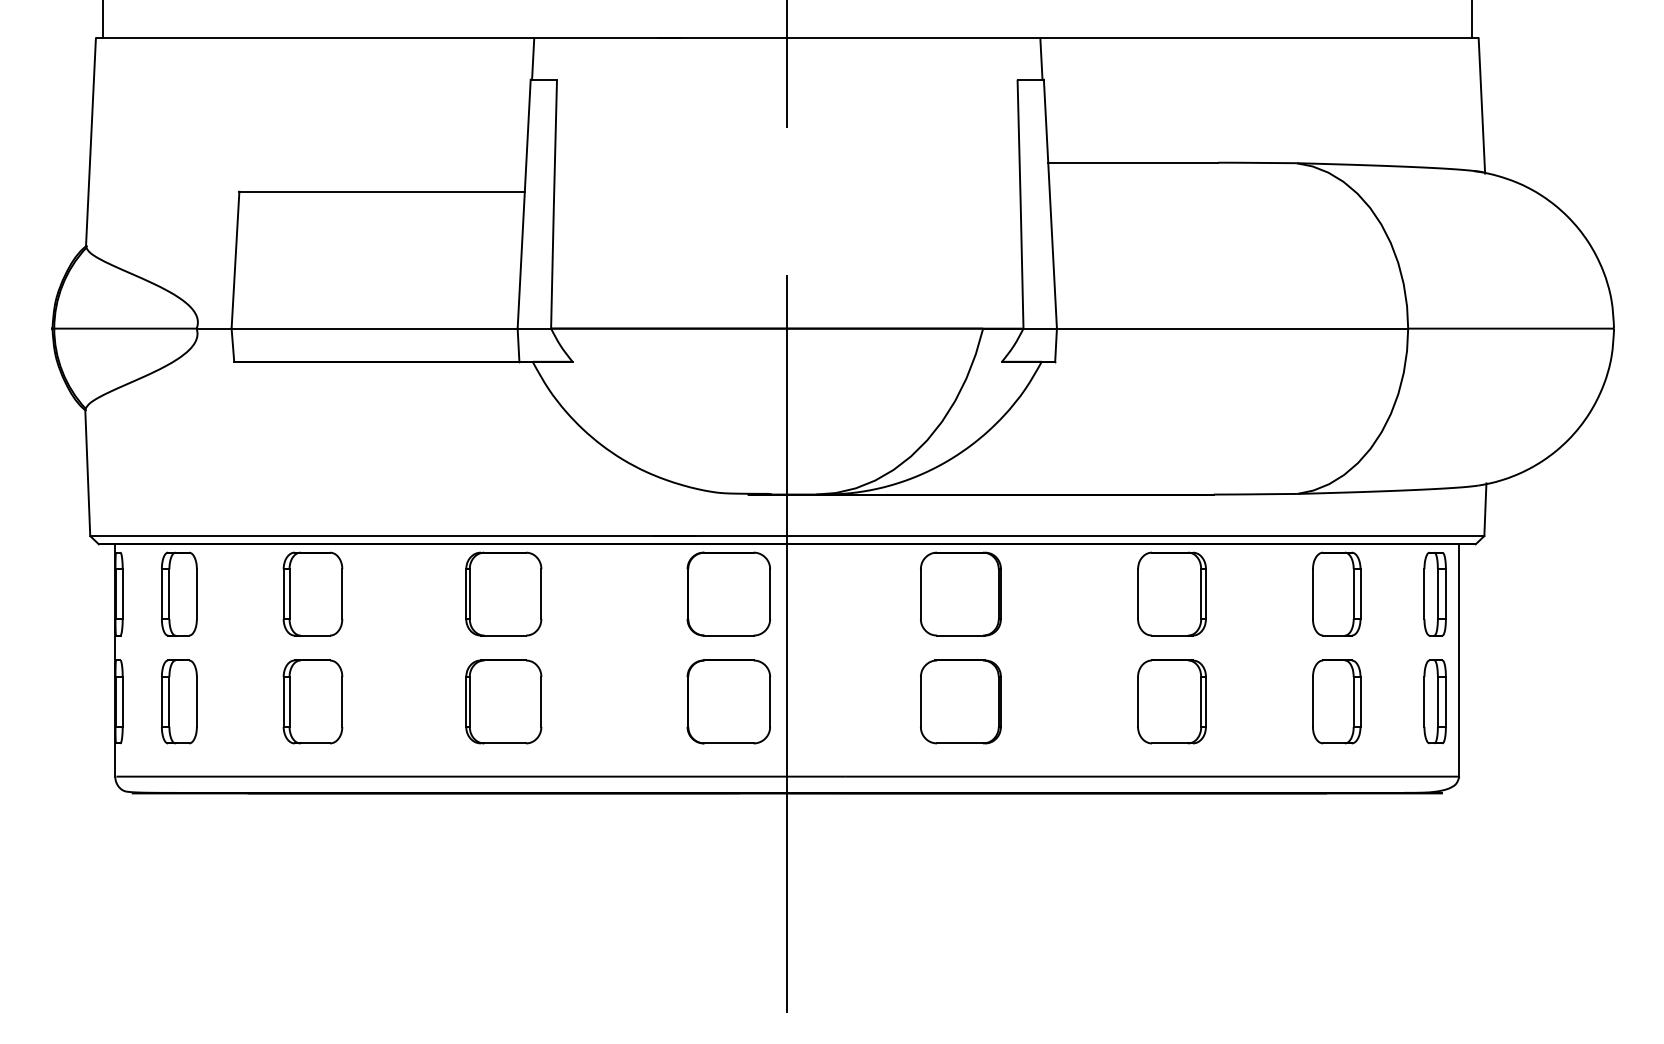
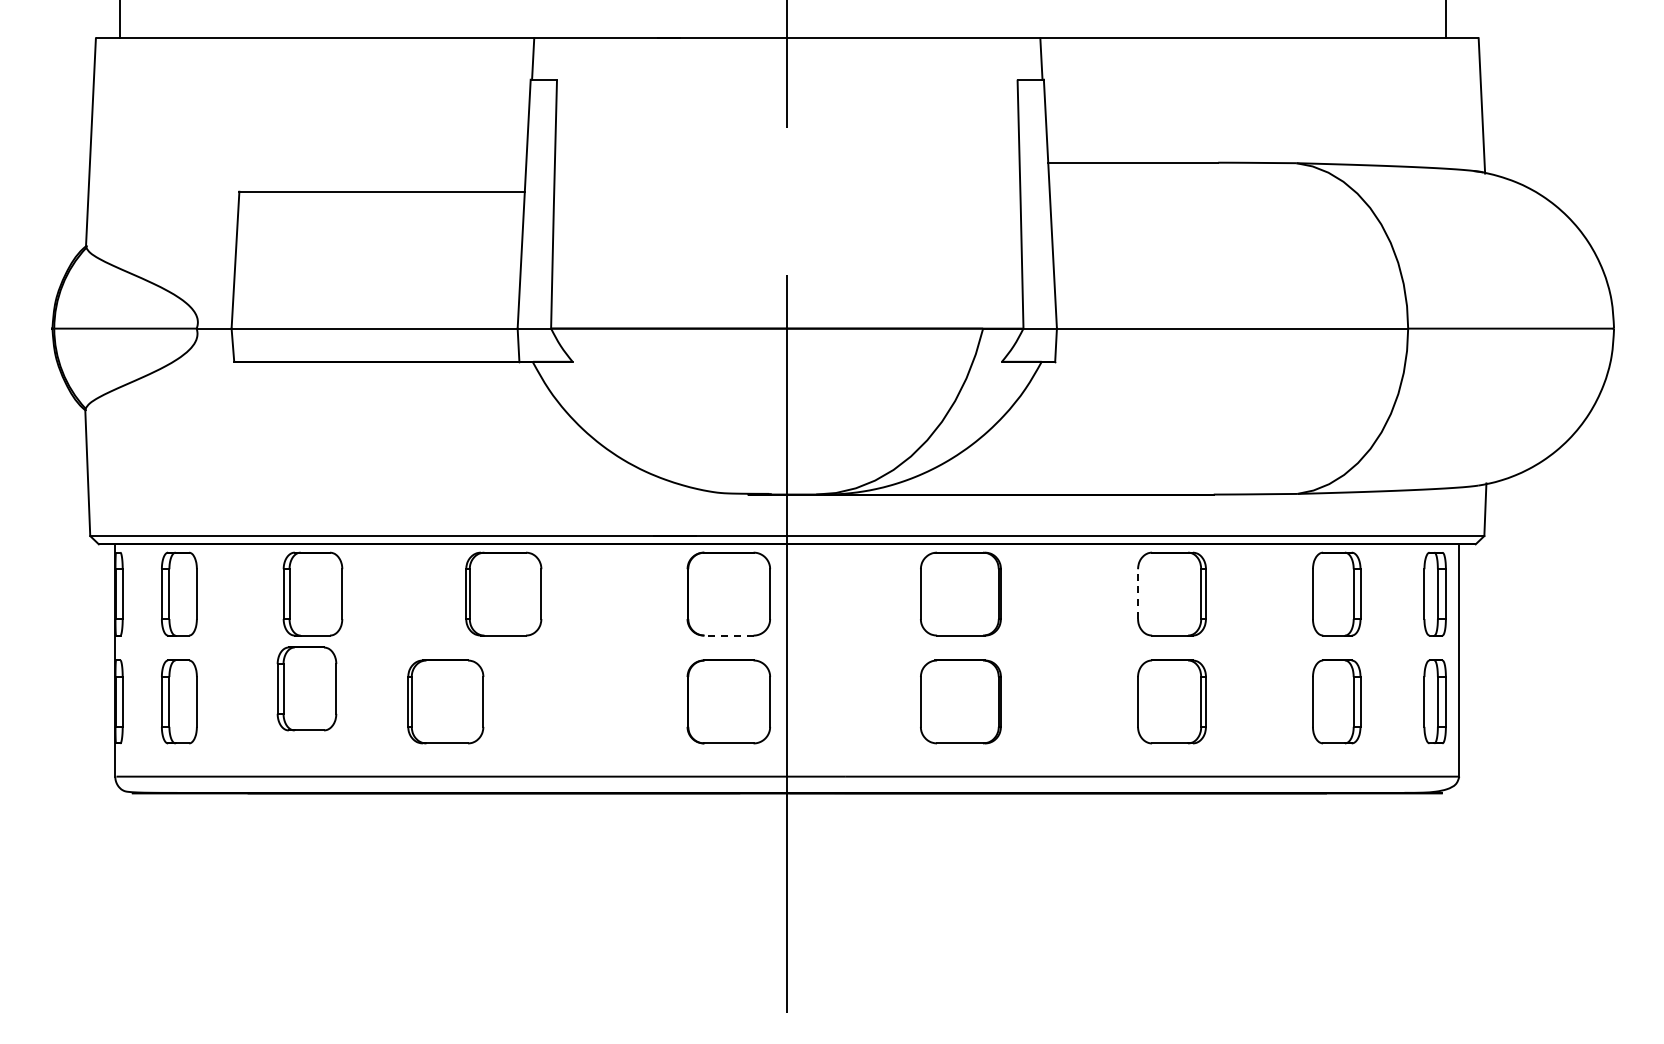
line at (102, 20) position: (102, 20) -> (119, 20)
line at (1471, 20) position: (1471, 20) -> (1445, 20)
line at (1138, 594): solid -> dashed
line at (728, 635): solid -> dashed
part at (312, 701) position: (312, 701) -> (306, 688)
part at (503, 701) position: (503, 701) -> (445, 701)
